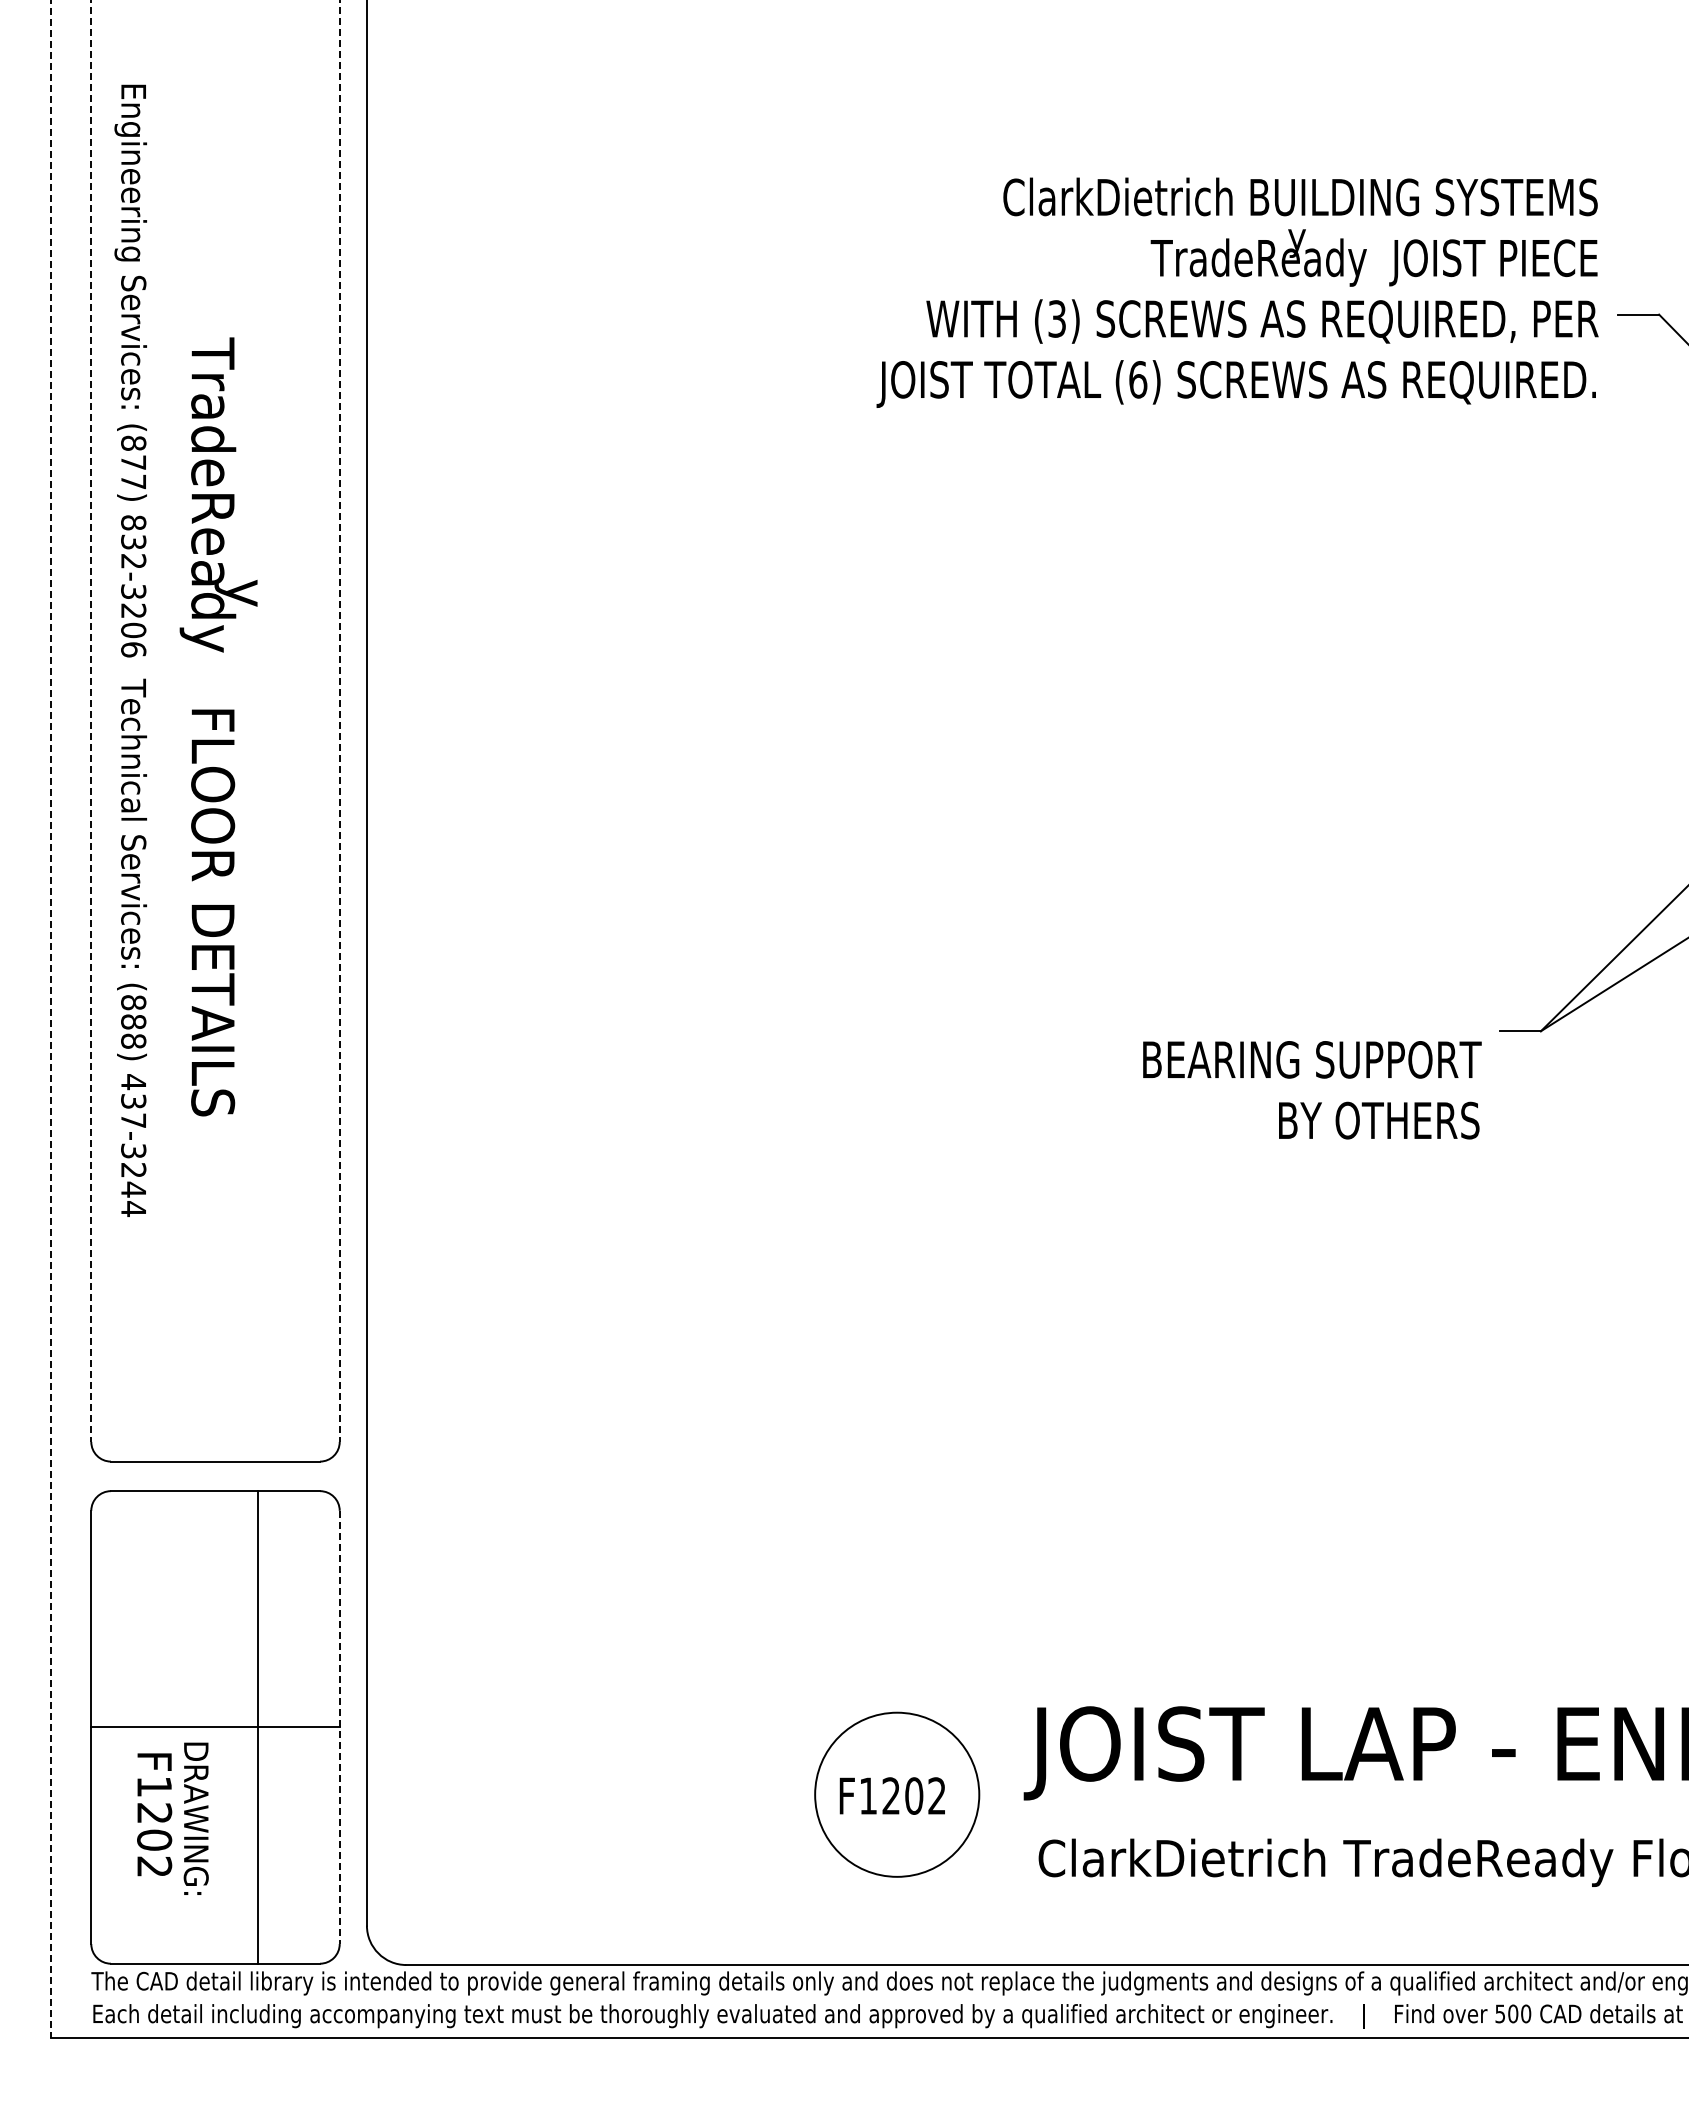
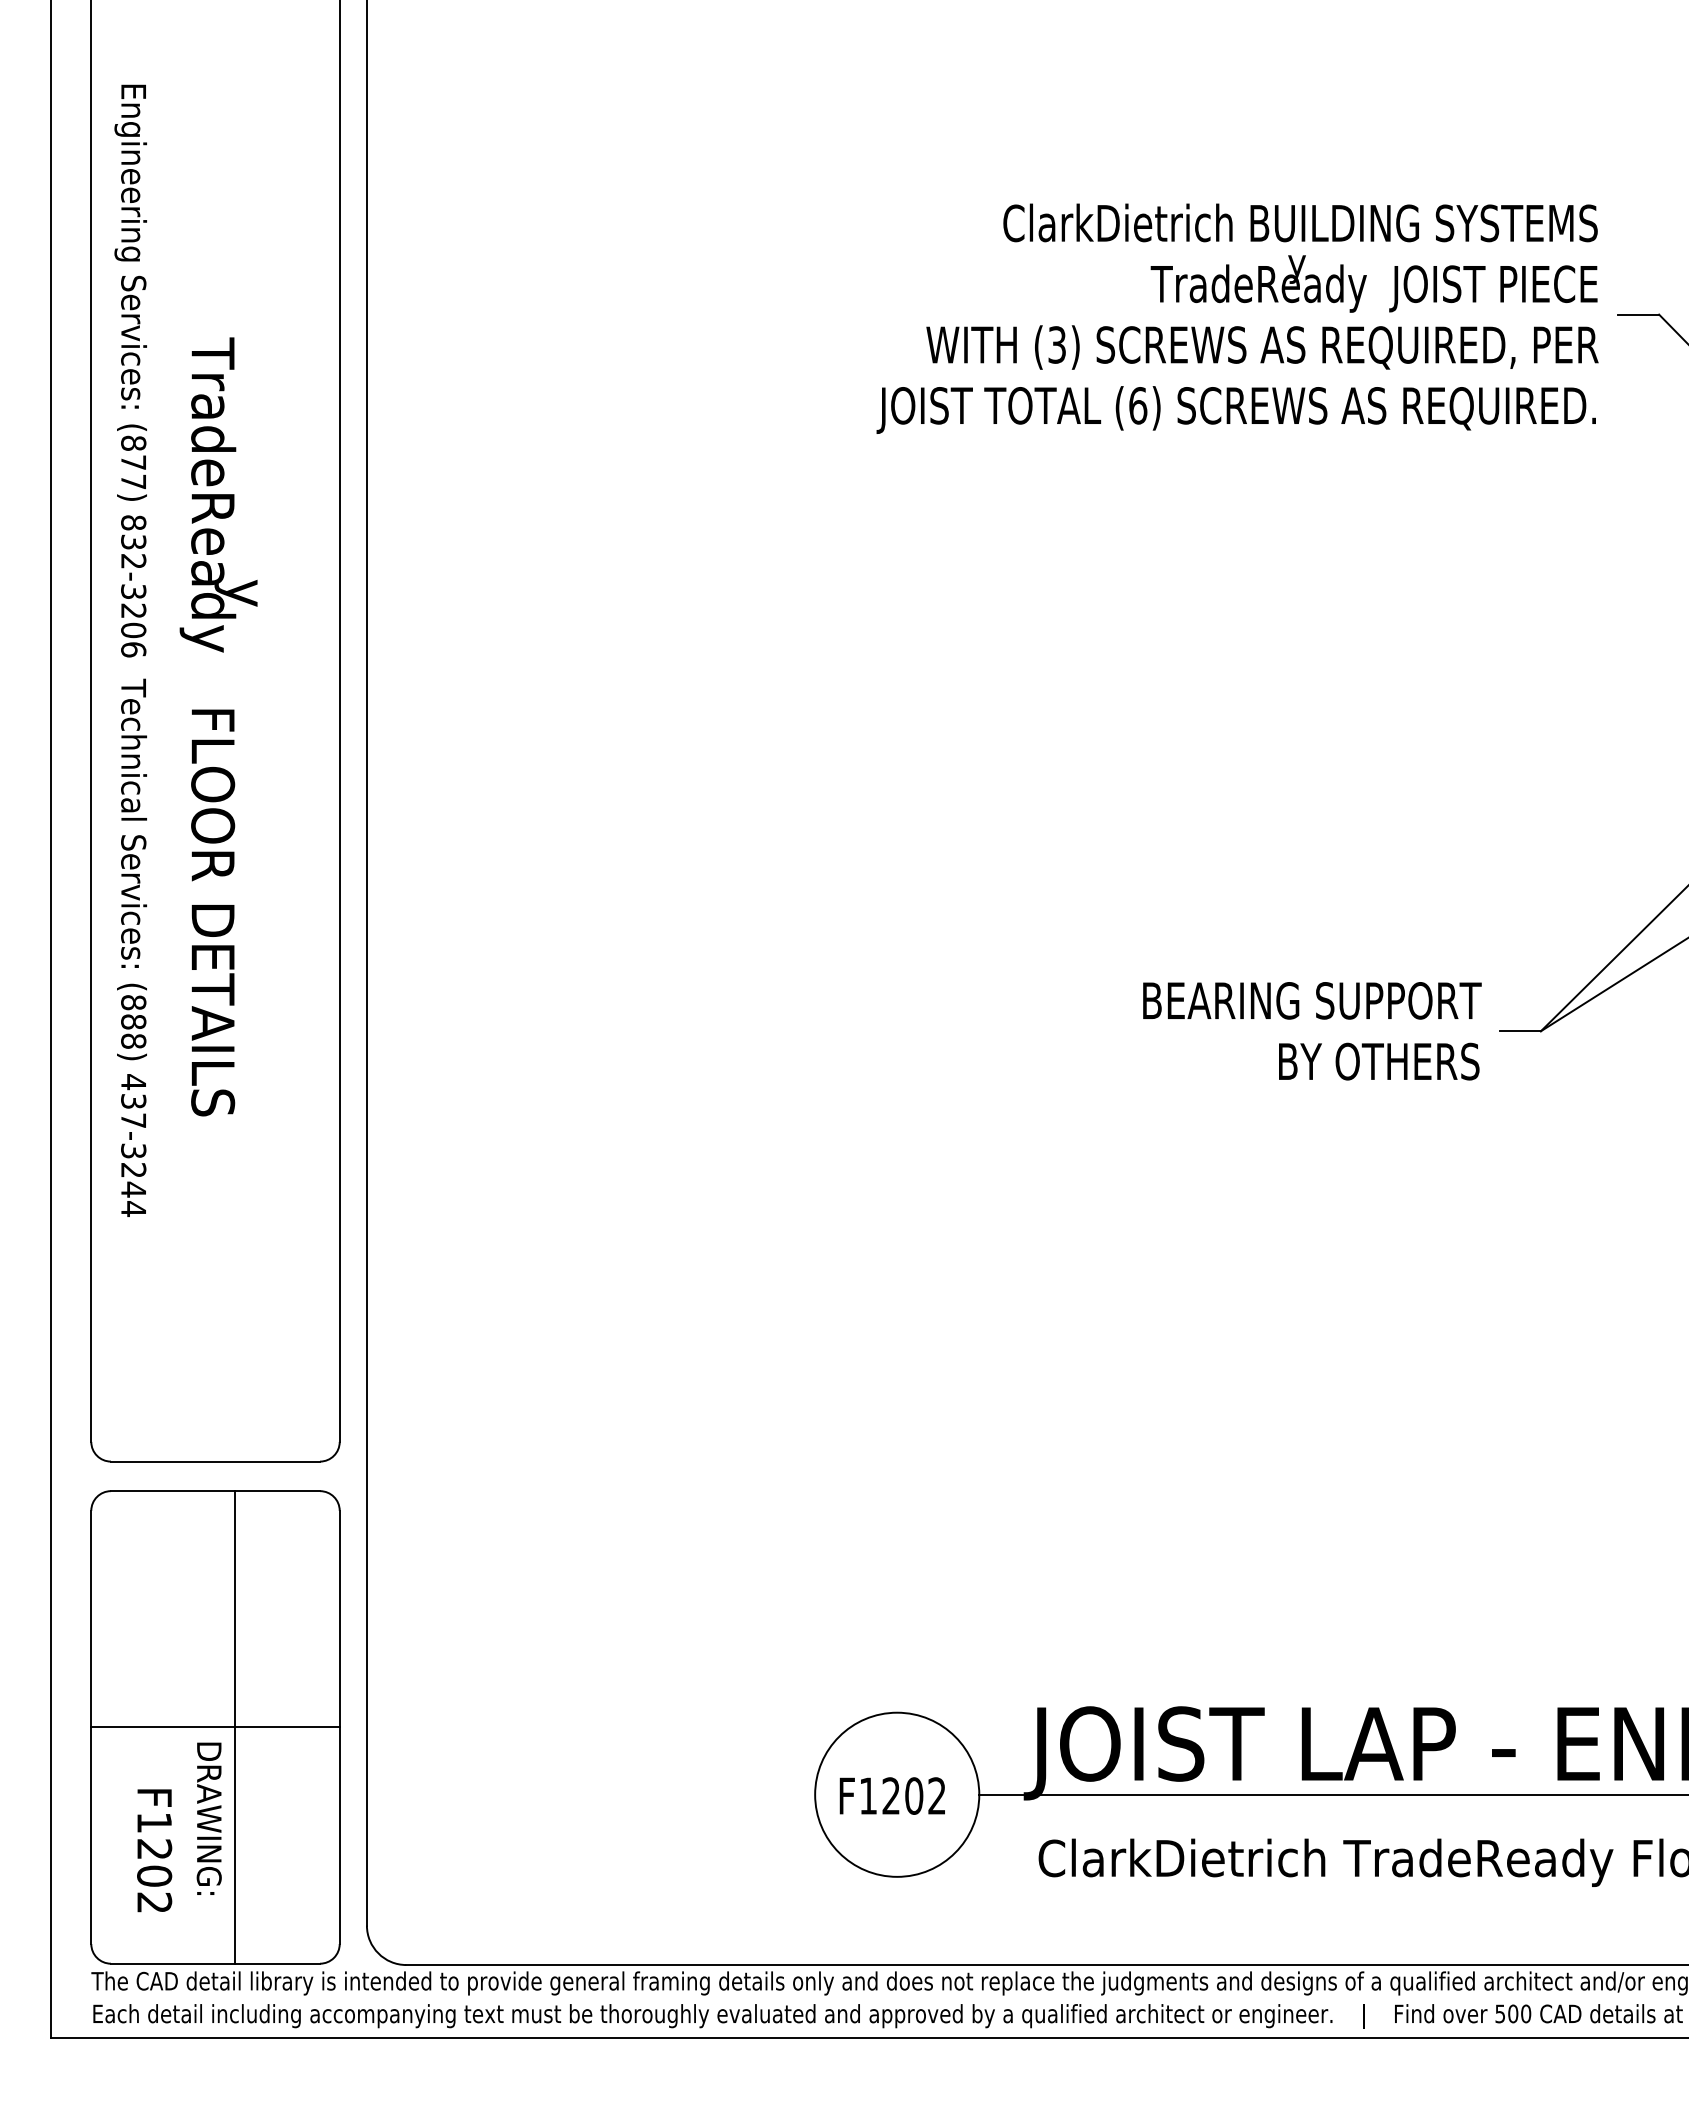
text at (1237, 292) position: (1237, 292) -> (1237, 318)
line at (91, 720): dashed -> solid
line at (339, 720): dashed -> solid
line at (50, 1019): dashed -> solid
text at (1312, 1090) position: (1312, 1090) -> (1312, 1031)
line at (258, 1727) position: (258, 1727) -> (235, 1727)
line at (339, 1727): dashed -> solid
line at (1332, 1794): none -> present
text at (154, 1814) position: (154, 1814) -> (154, 1850)
text at (195, 1818) position: (195, 1818) -> (208, 1818)
